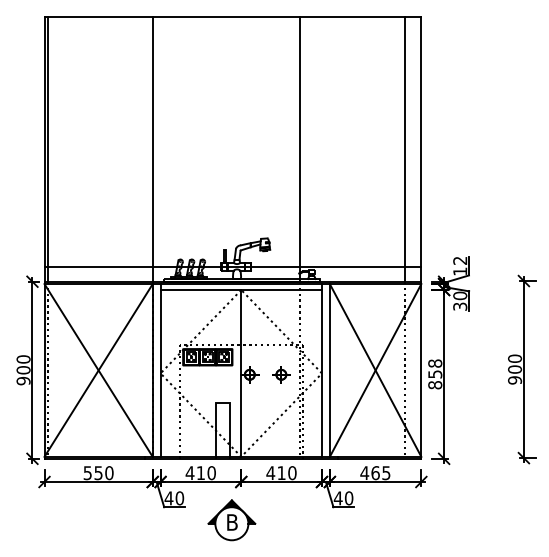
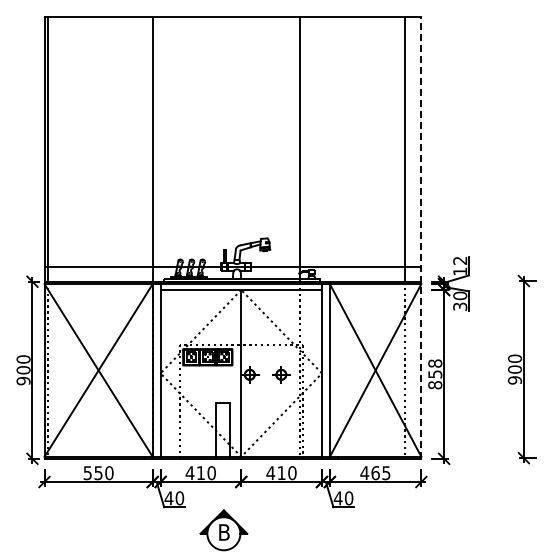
line at (421, 237): solid -> dashed
part at (231, 520) position: (231, 520) -> (223, 530)
